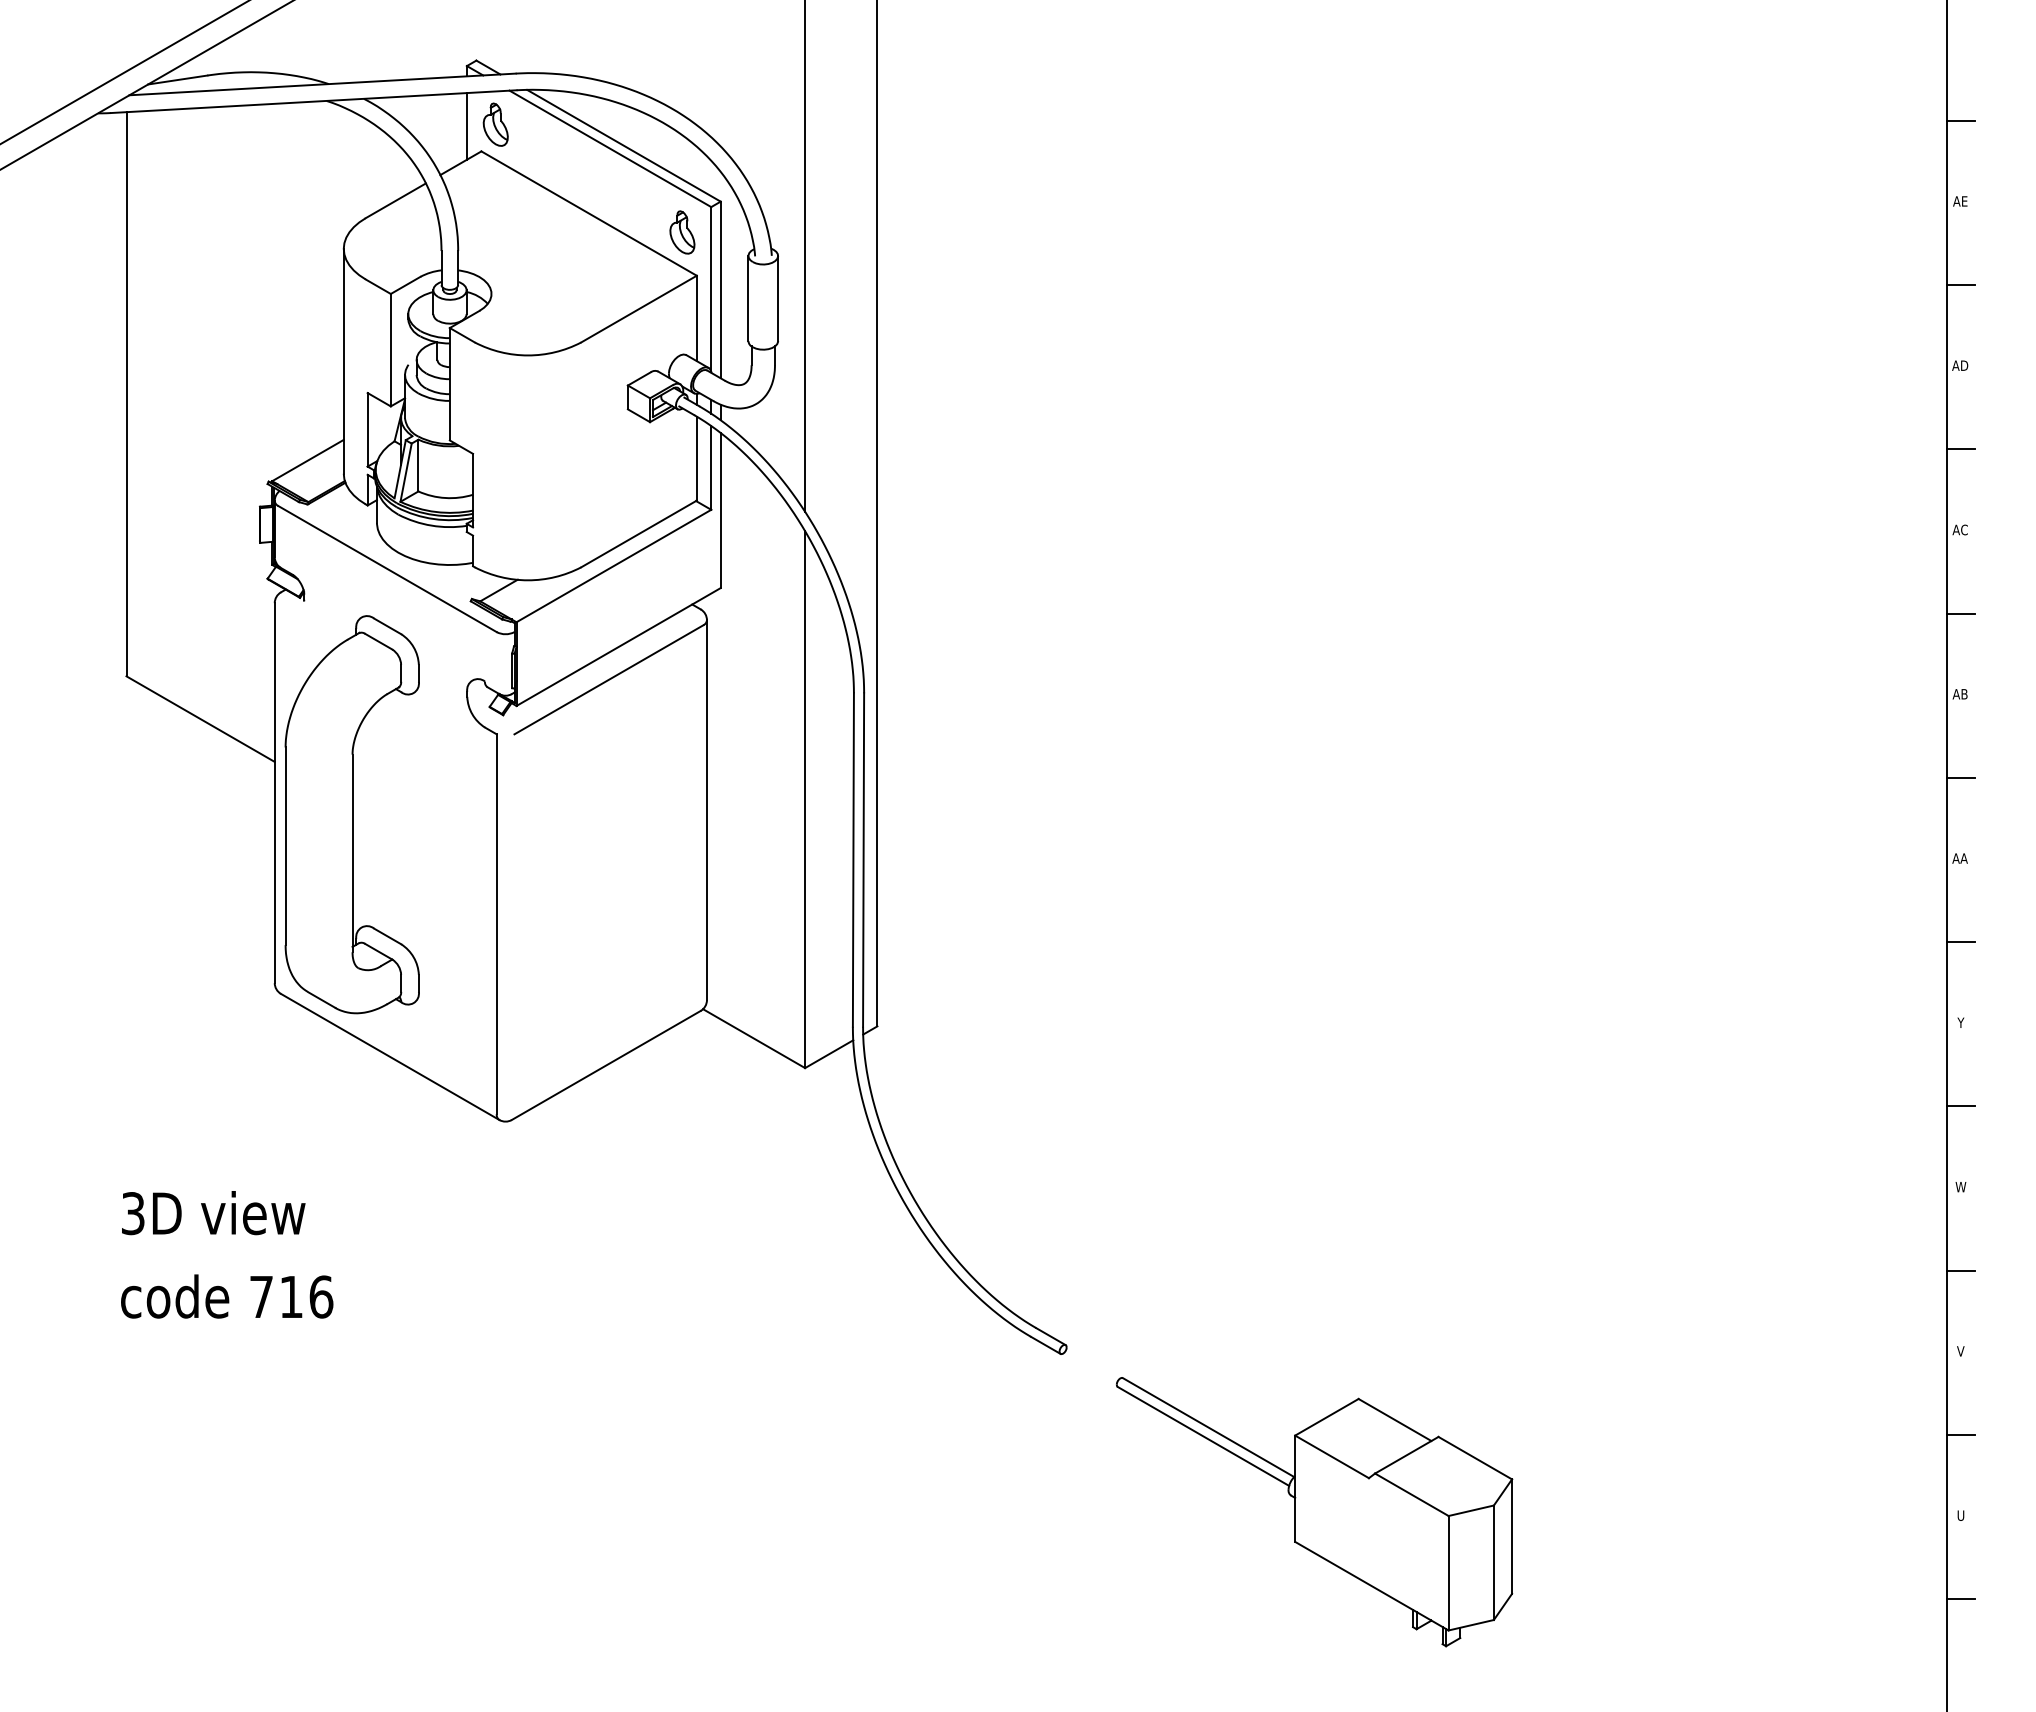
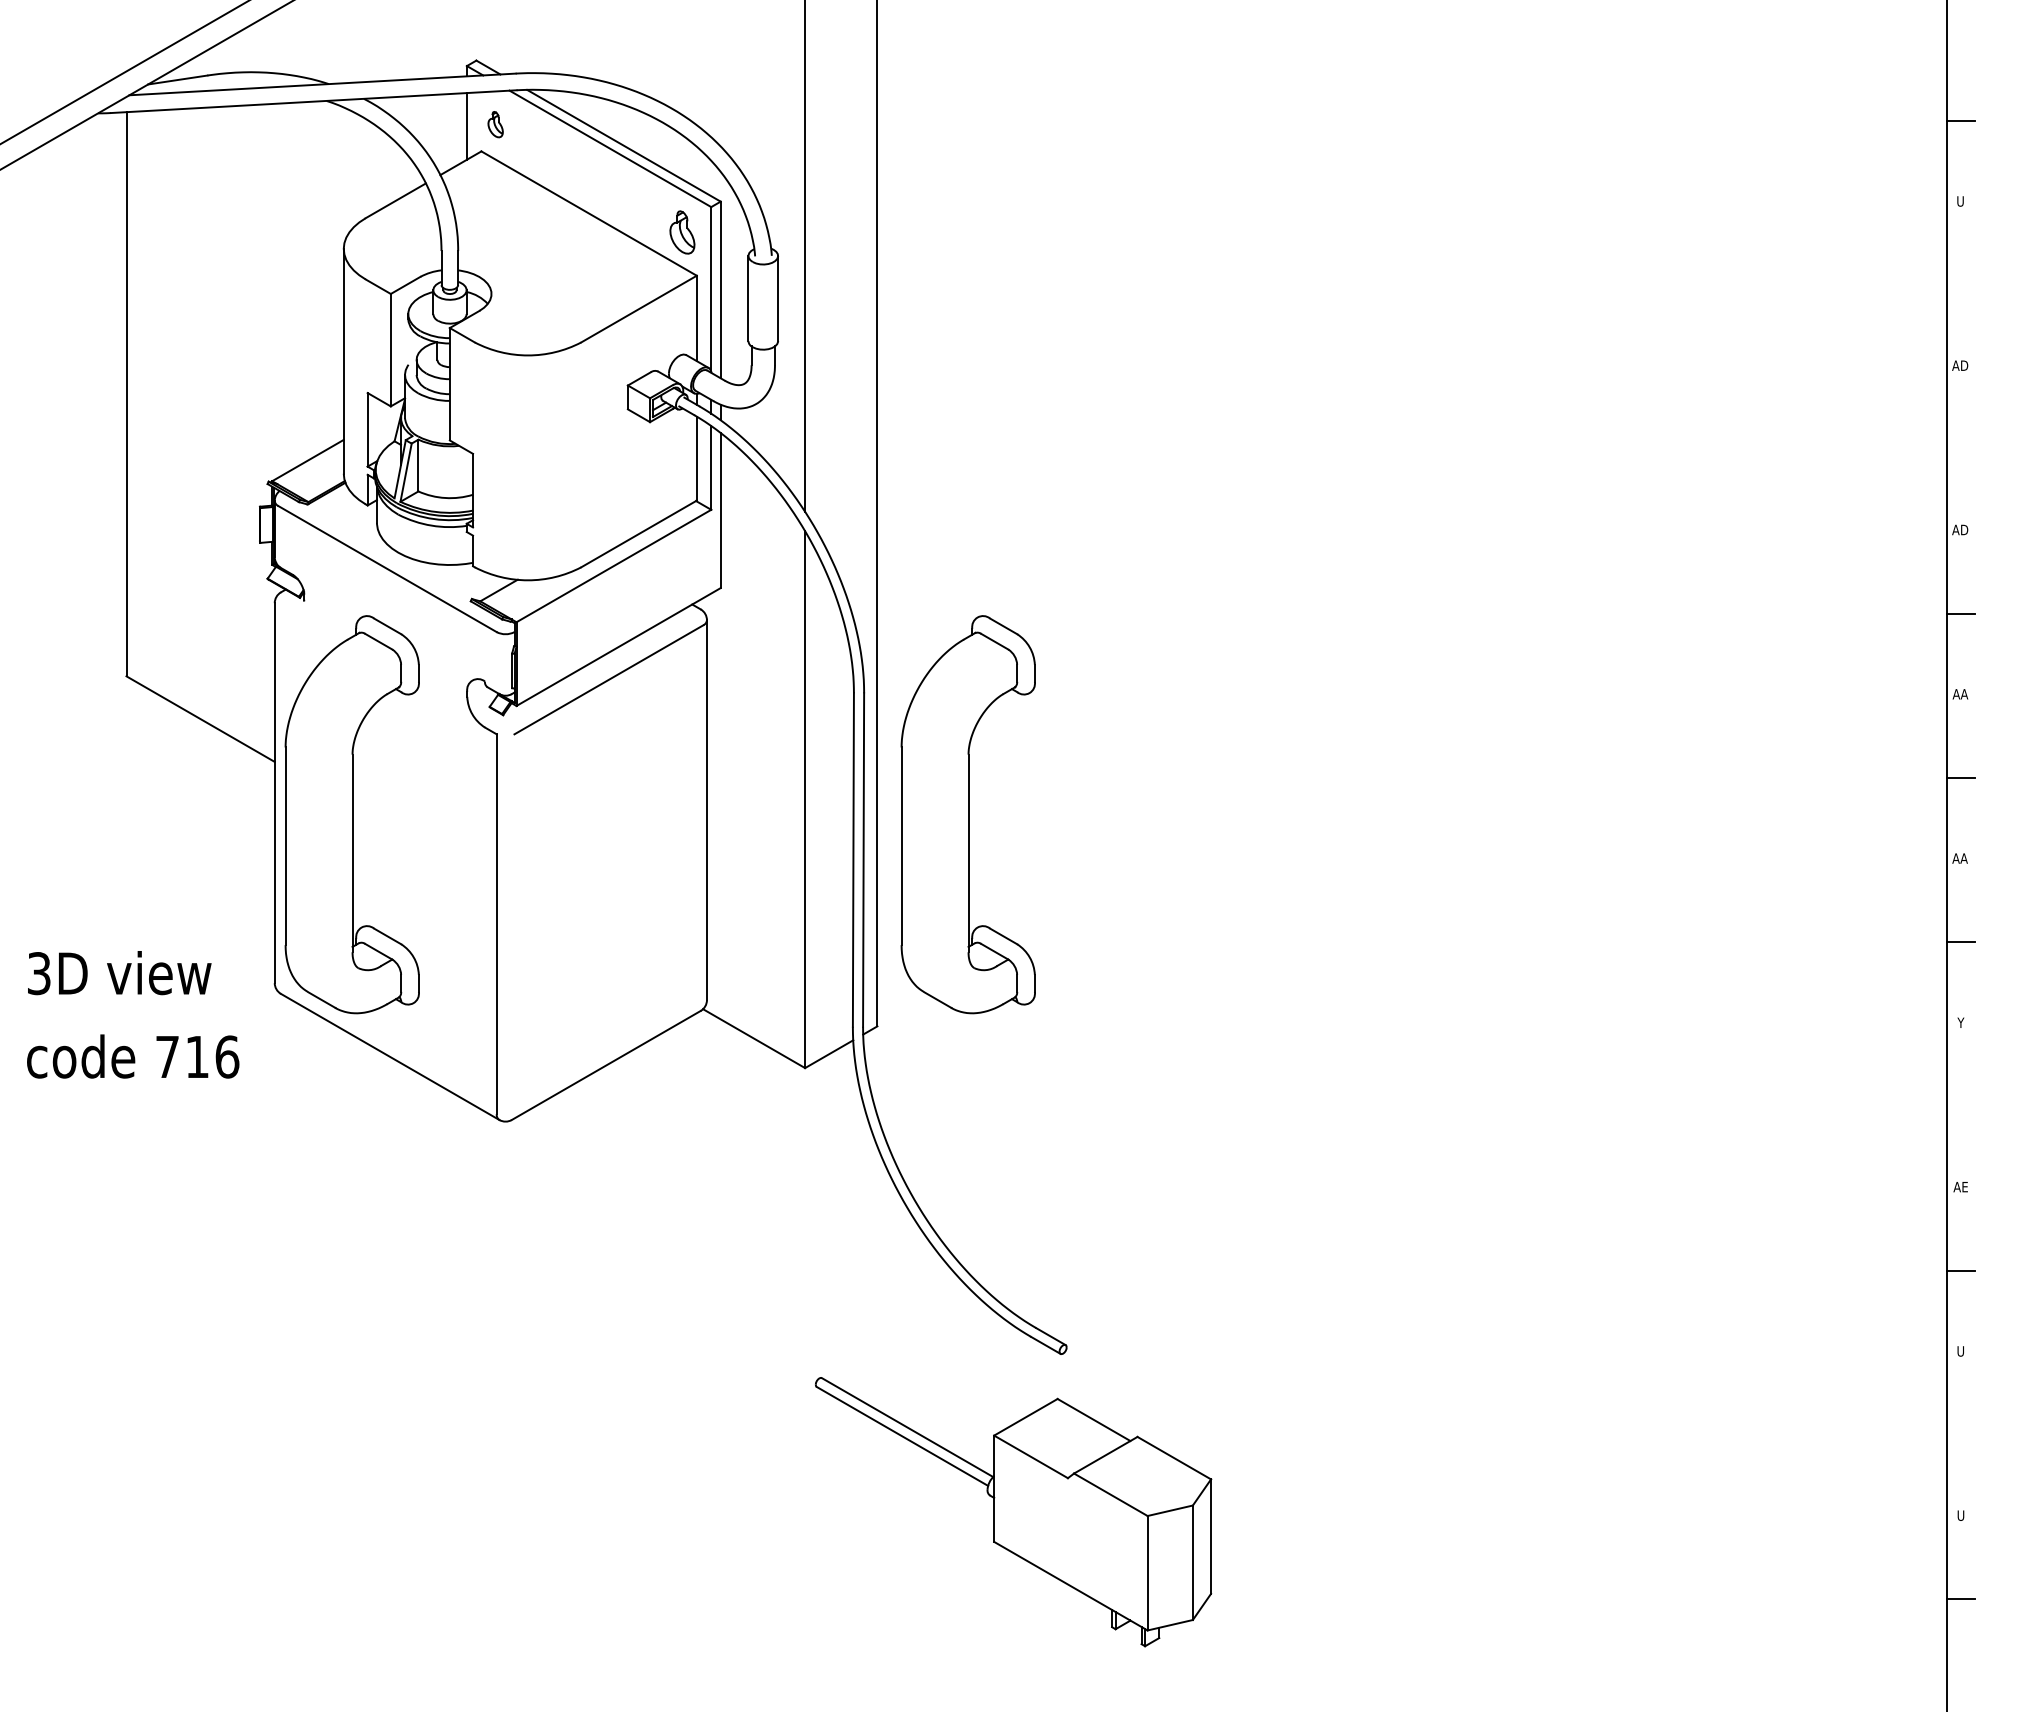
part at (495, 124) size: 27x45 px -> 17x28 px
text at (1960, 201): AE -> U
line at (1960, 285): present -> none
line at (1960, 449): present -> none
text at (1960, 529): AC -> AD
text at (1964, 694): AB -> AA
part at (967, 814): none -> present
line at (1960, 1106): present -> none
text at (1960, 1187): W -> AE
text at (227, 1254) position: (227, 1254) -> (133, 1014)
text at (1960, 1351): V -> U
line at (1960, 1434): present -> none
part at (1314, 1512) position: (1314, 1512) -> (1013, 1512)
